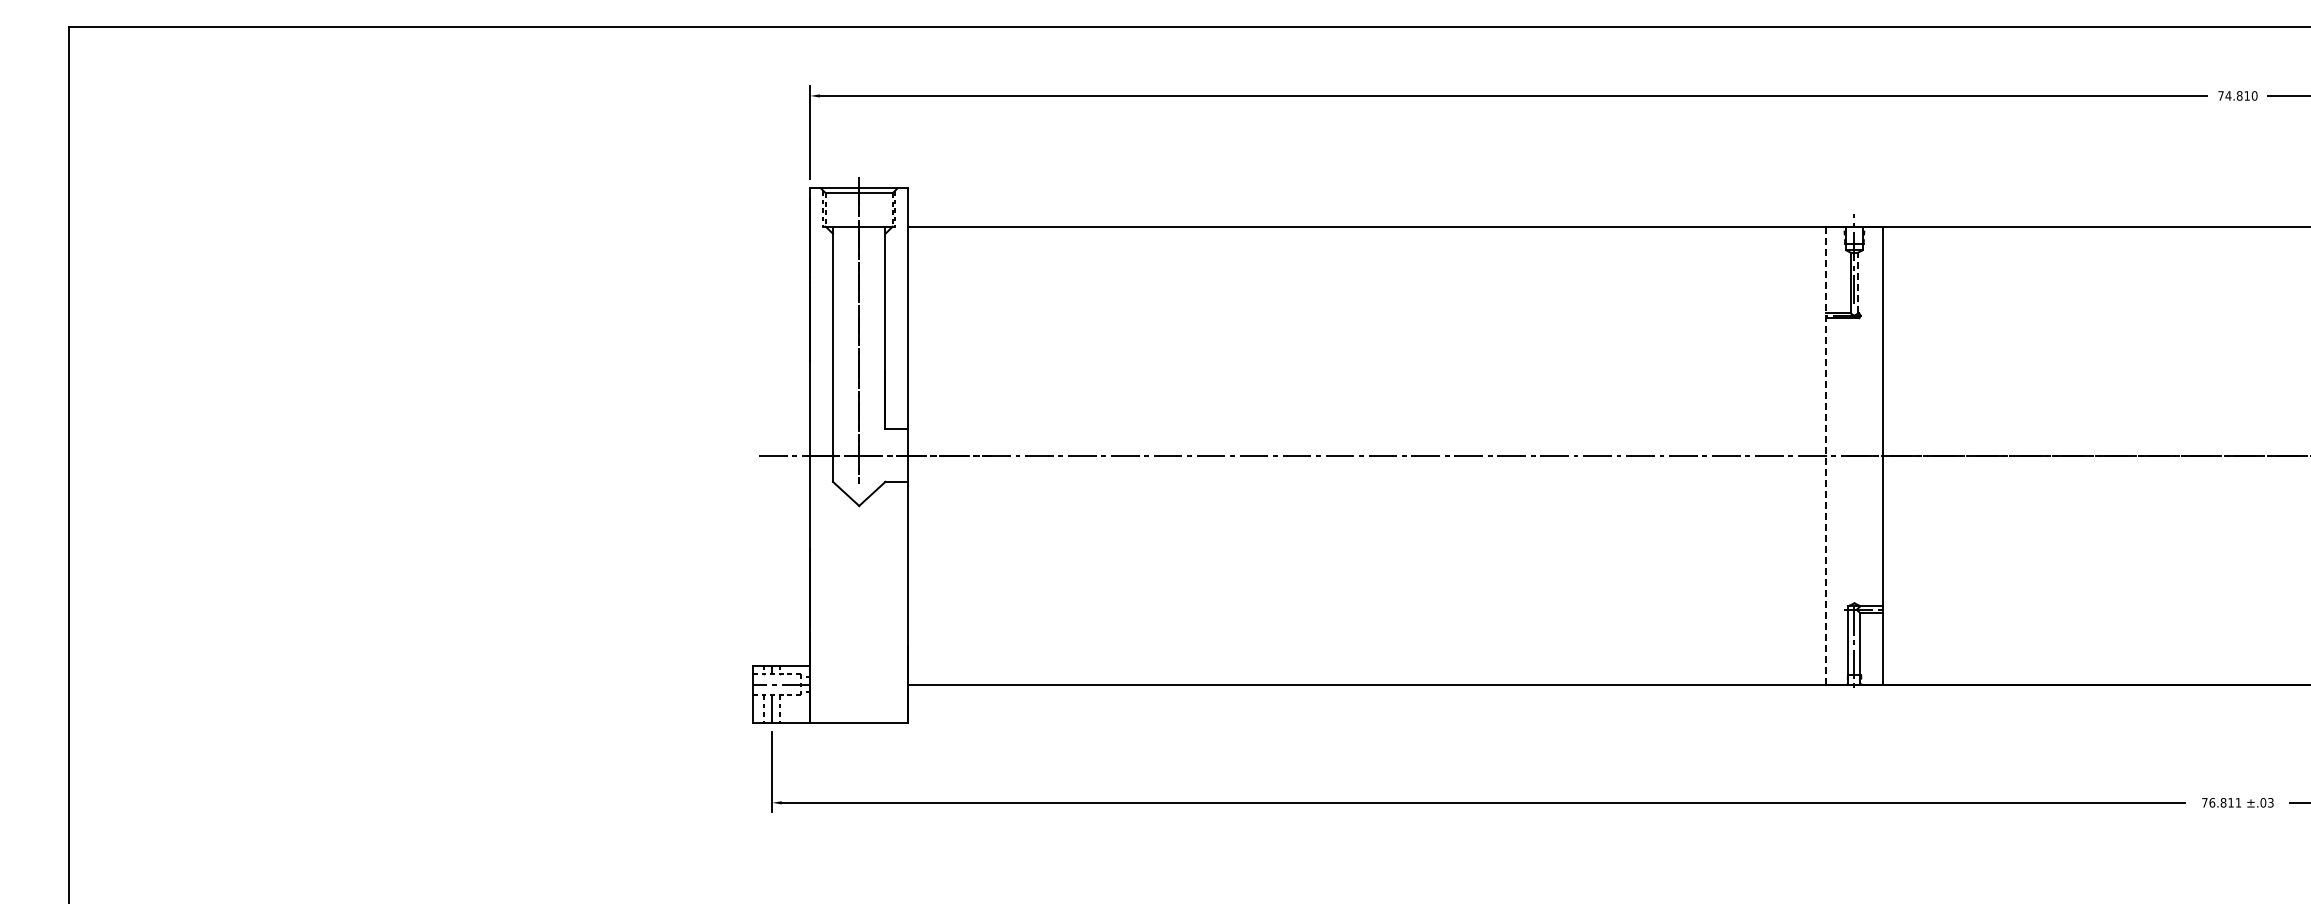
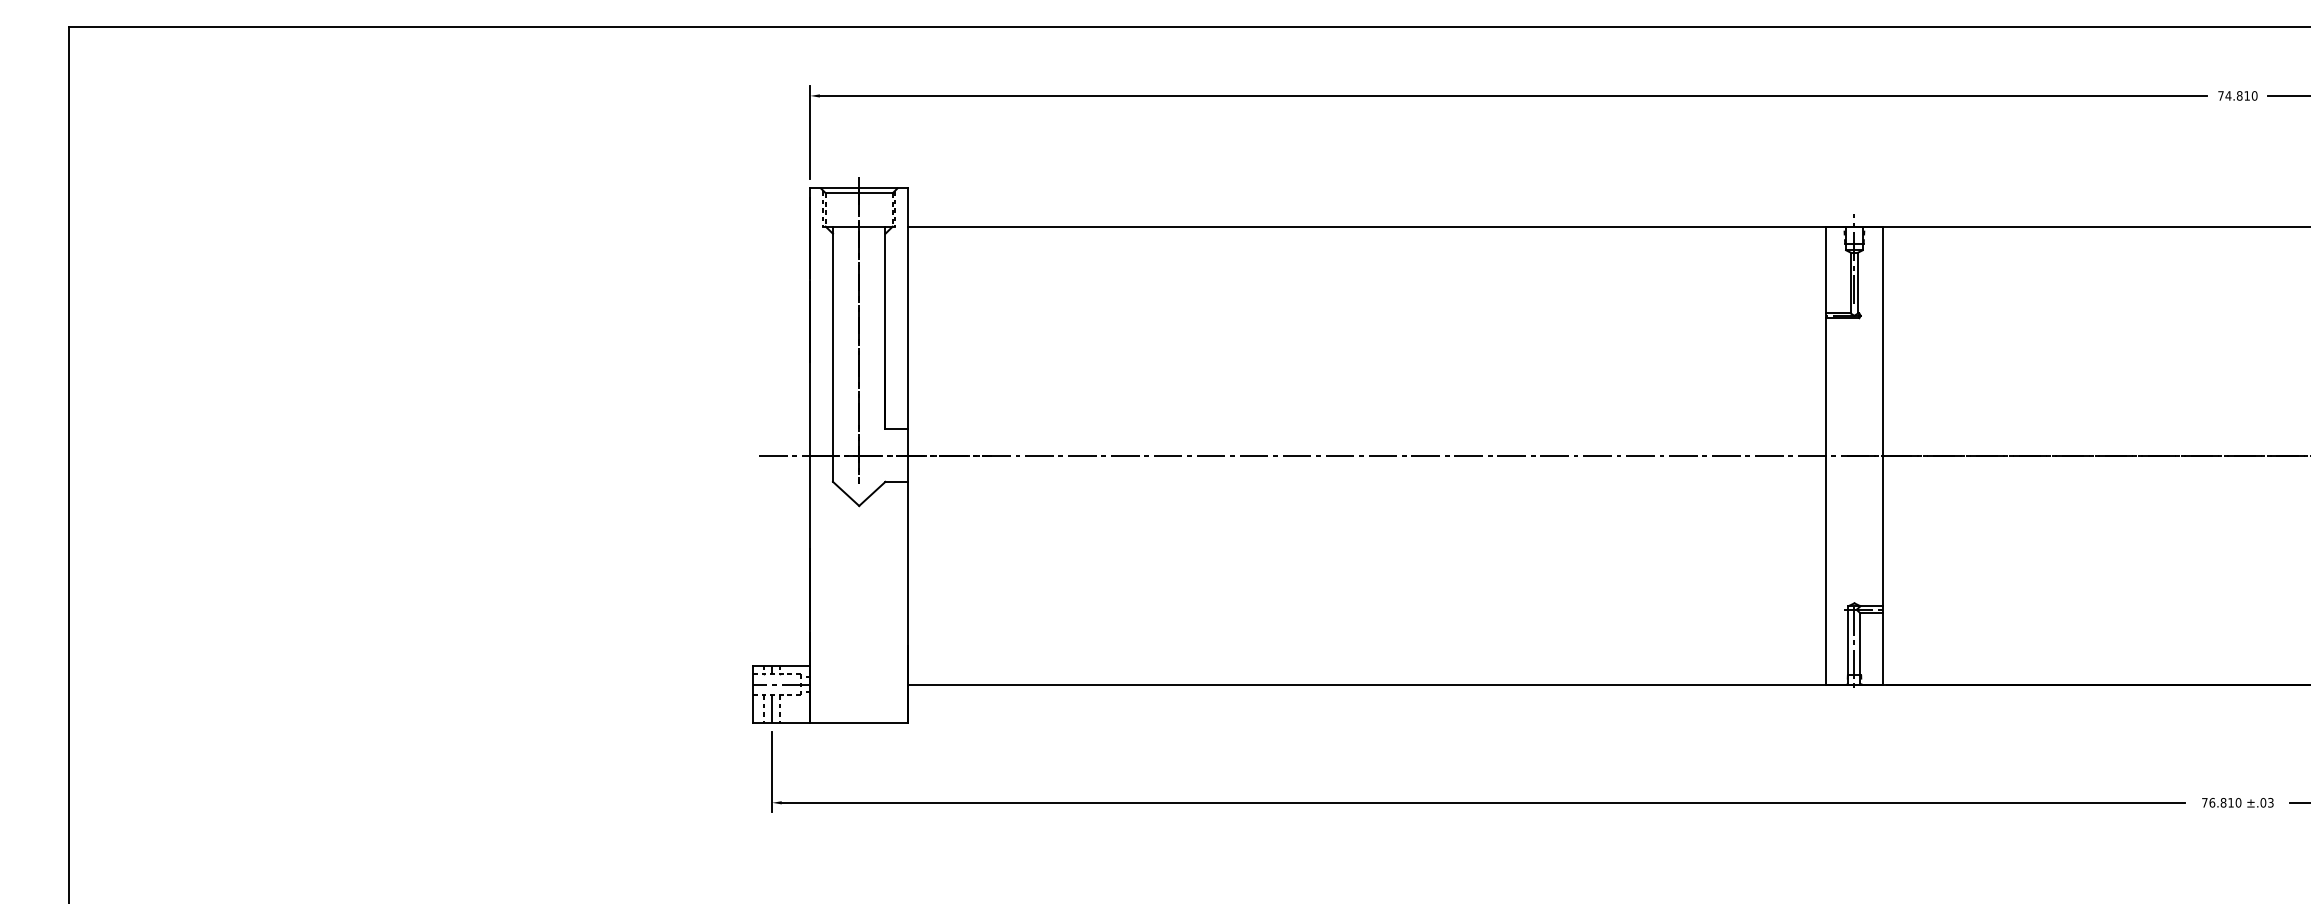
line at (1858, 282): dashed -> solid
line at (1825, 455): dashed -> solid
text at (2238, 802): 76.811 -> 76.810
